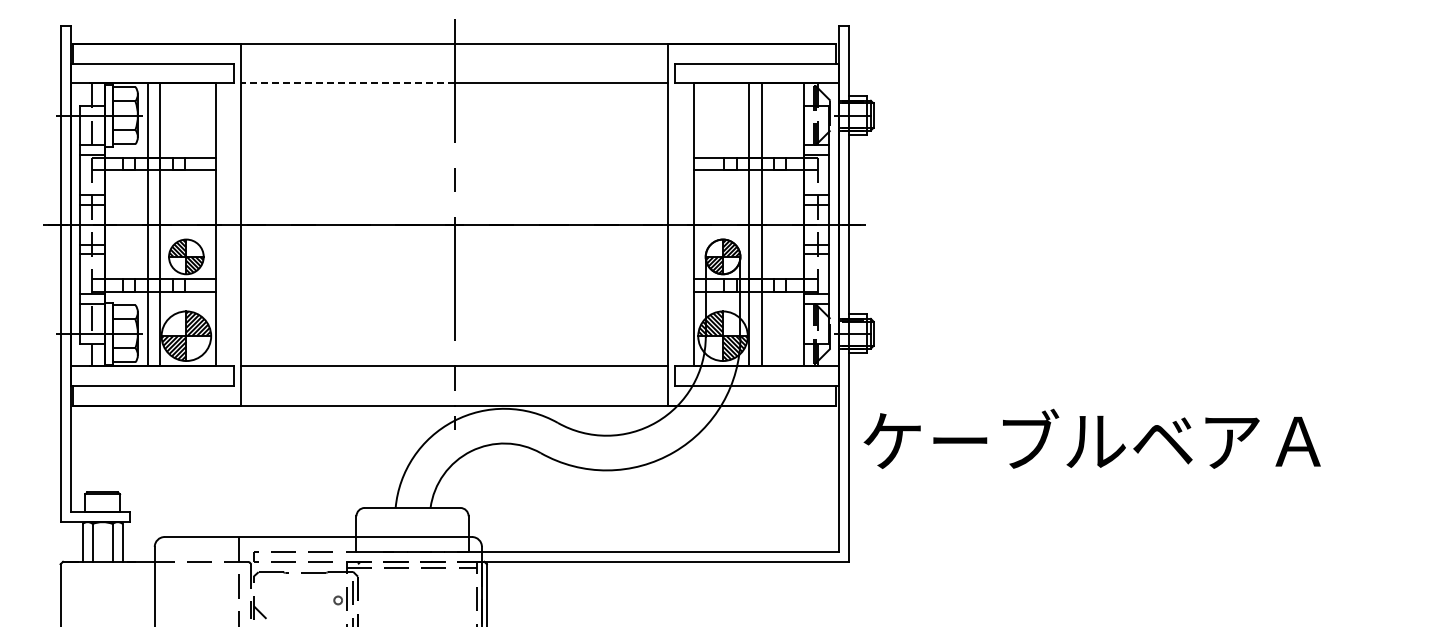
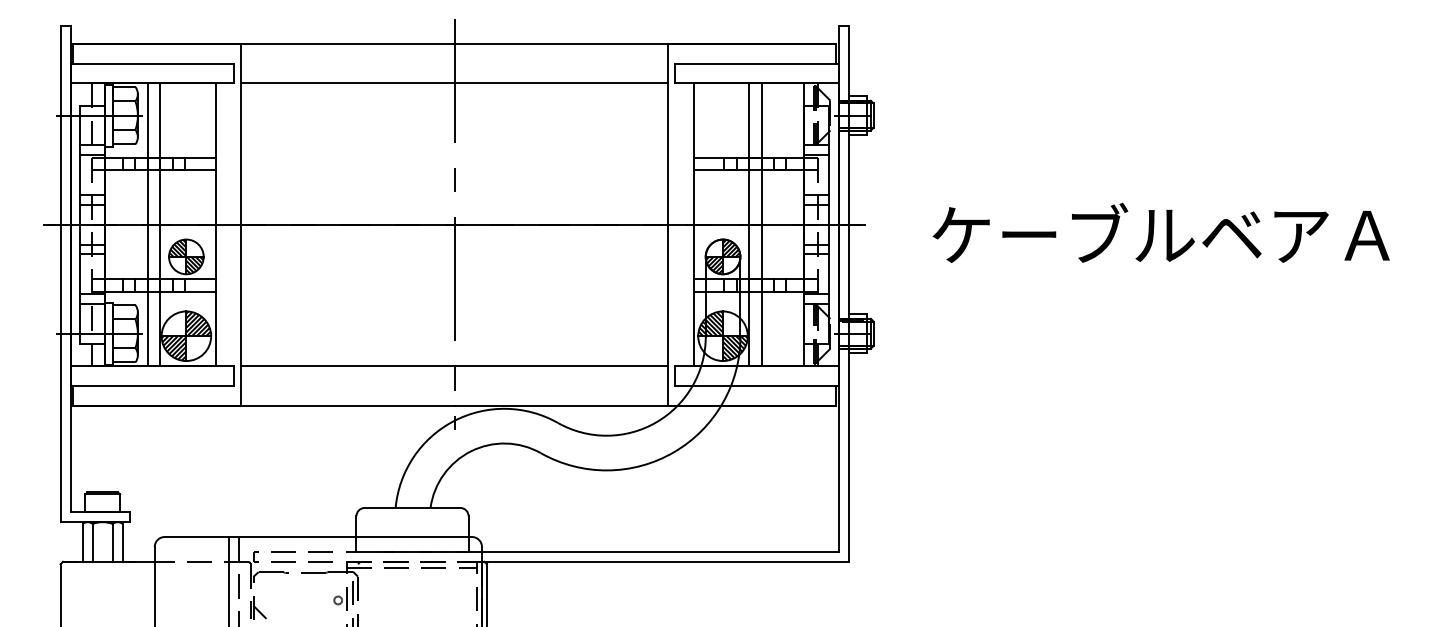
line at (347, 83): dashed -> solid
text at (1091, 438) position: (1091, 438) -> (1160, 232)
line at (229, 580): none -> present
